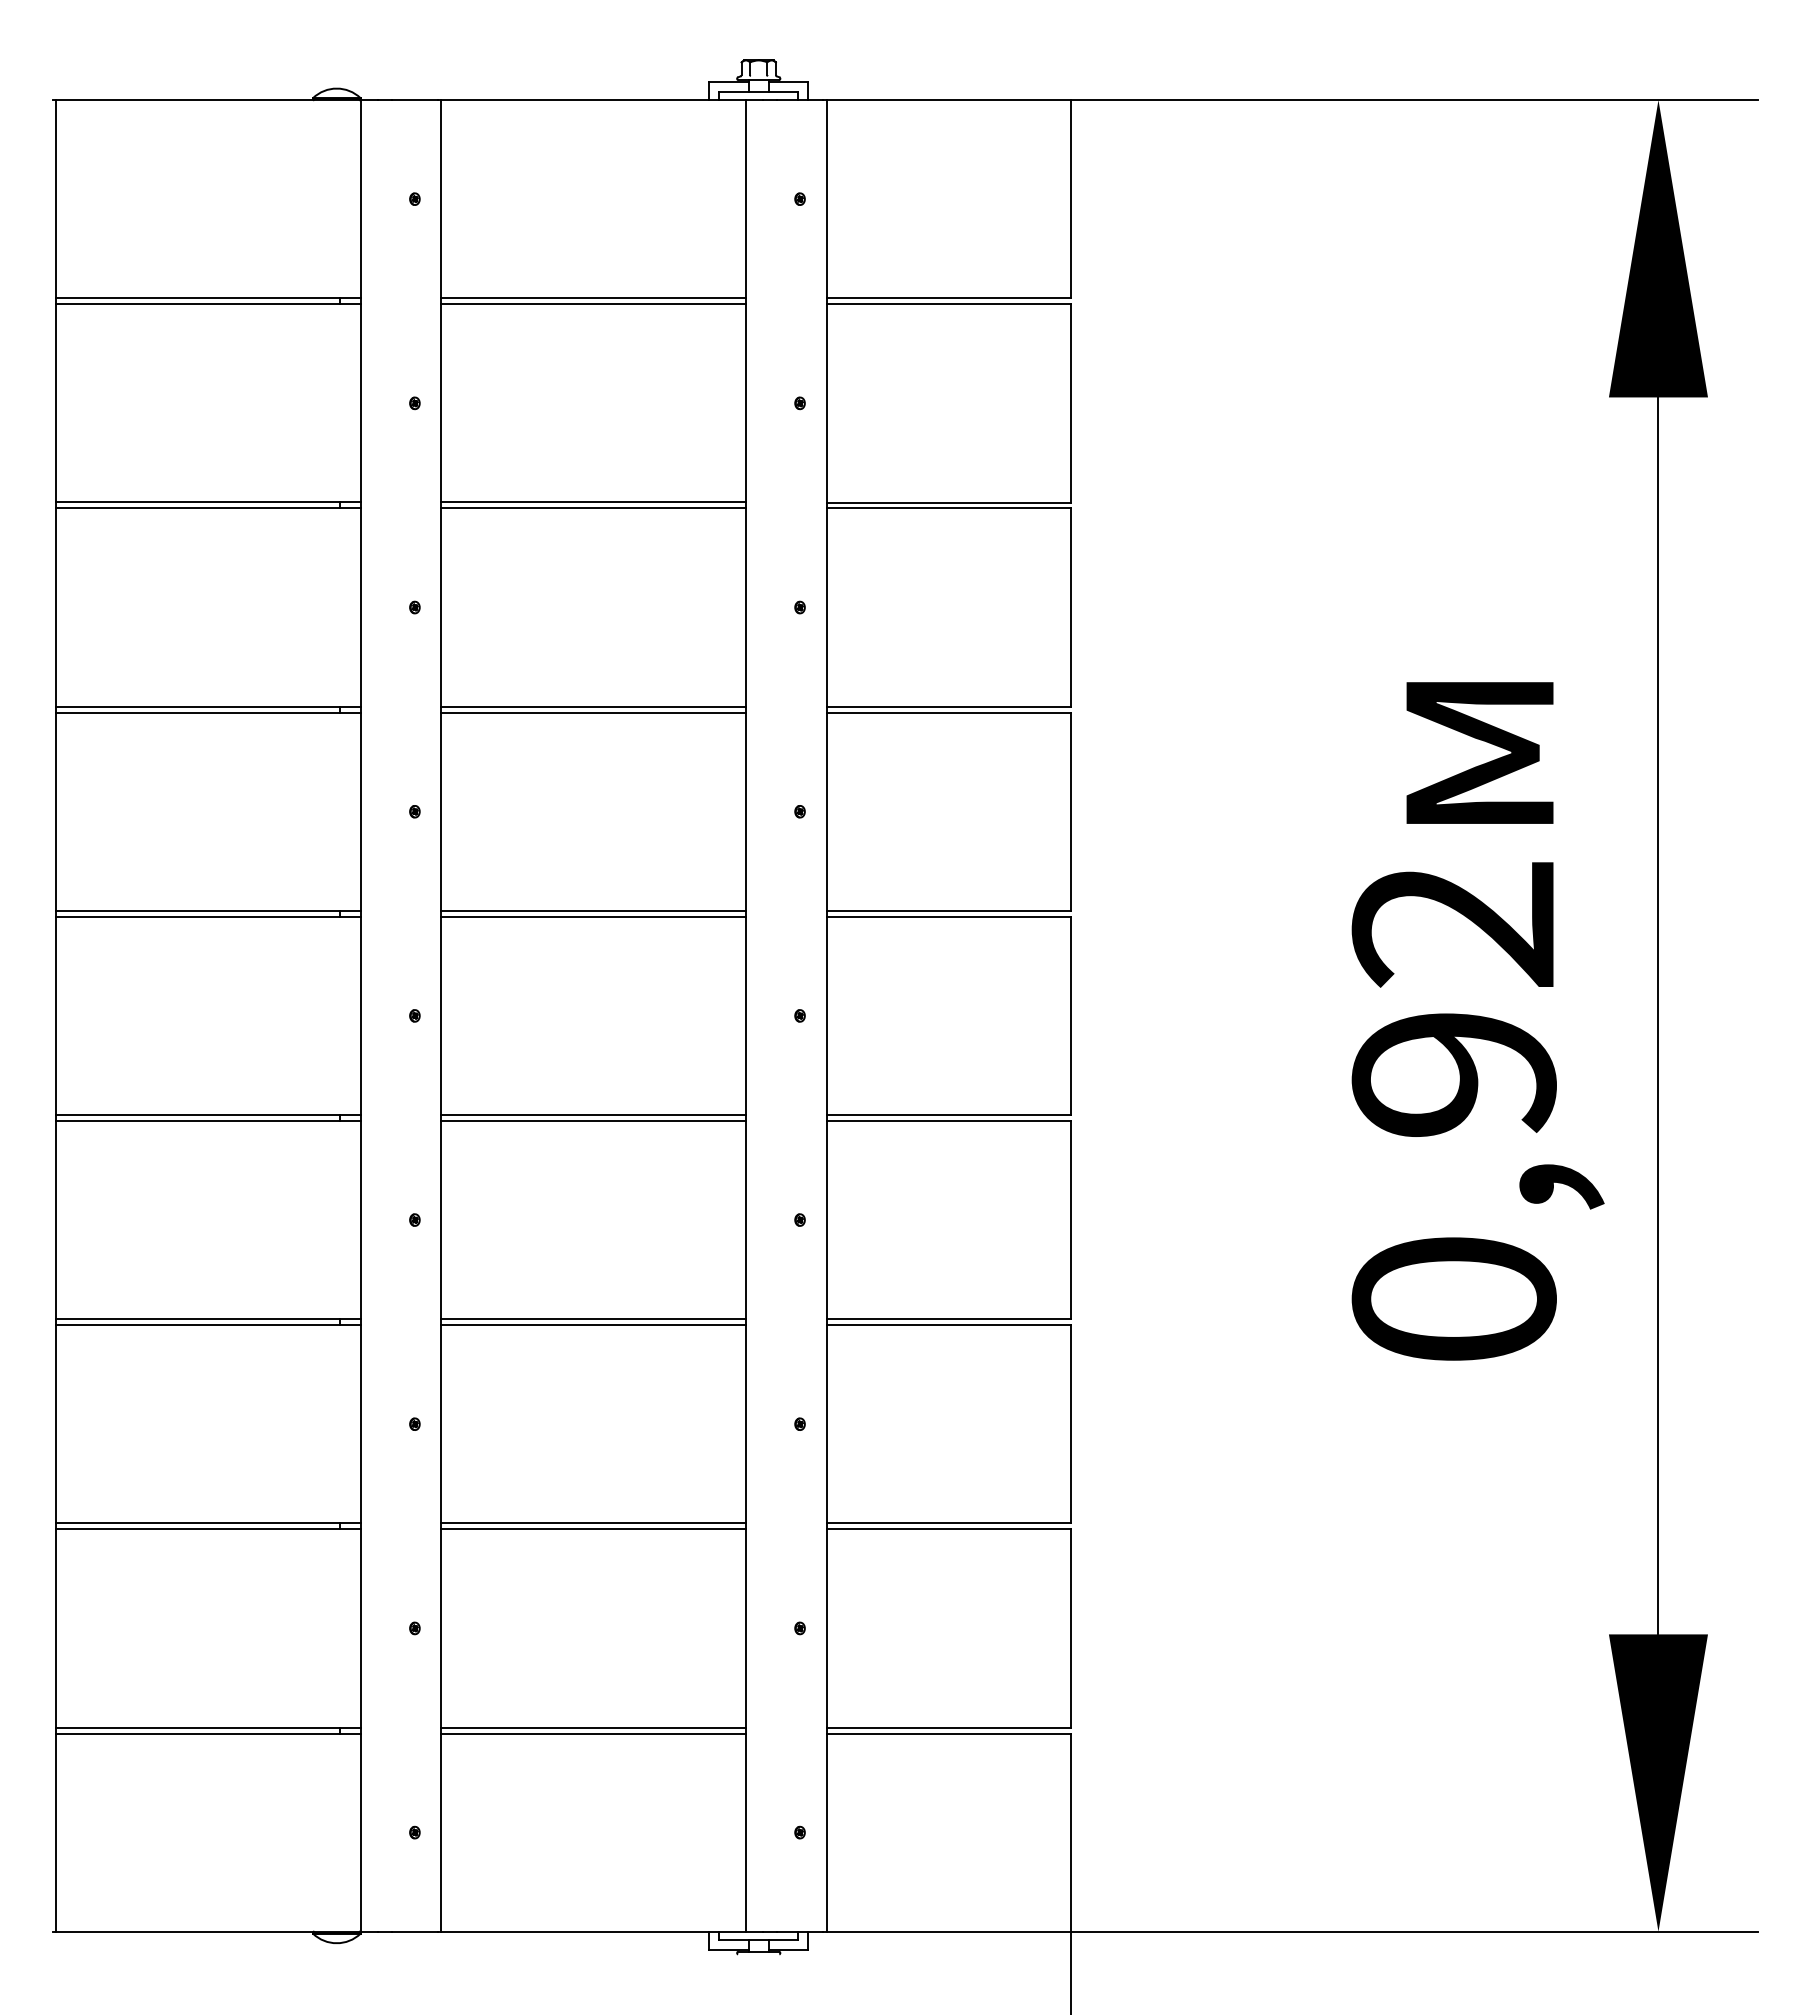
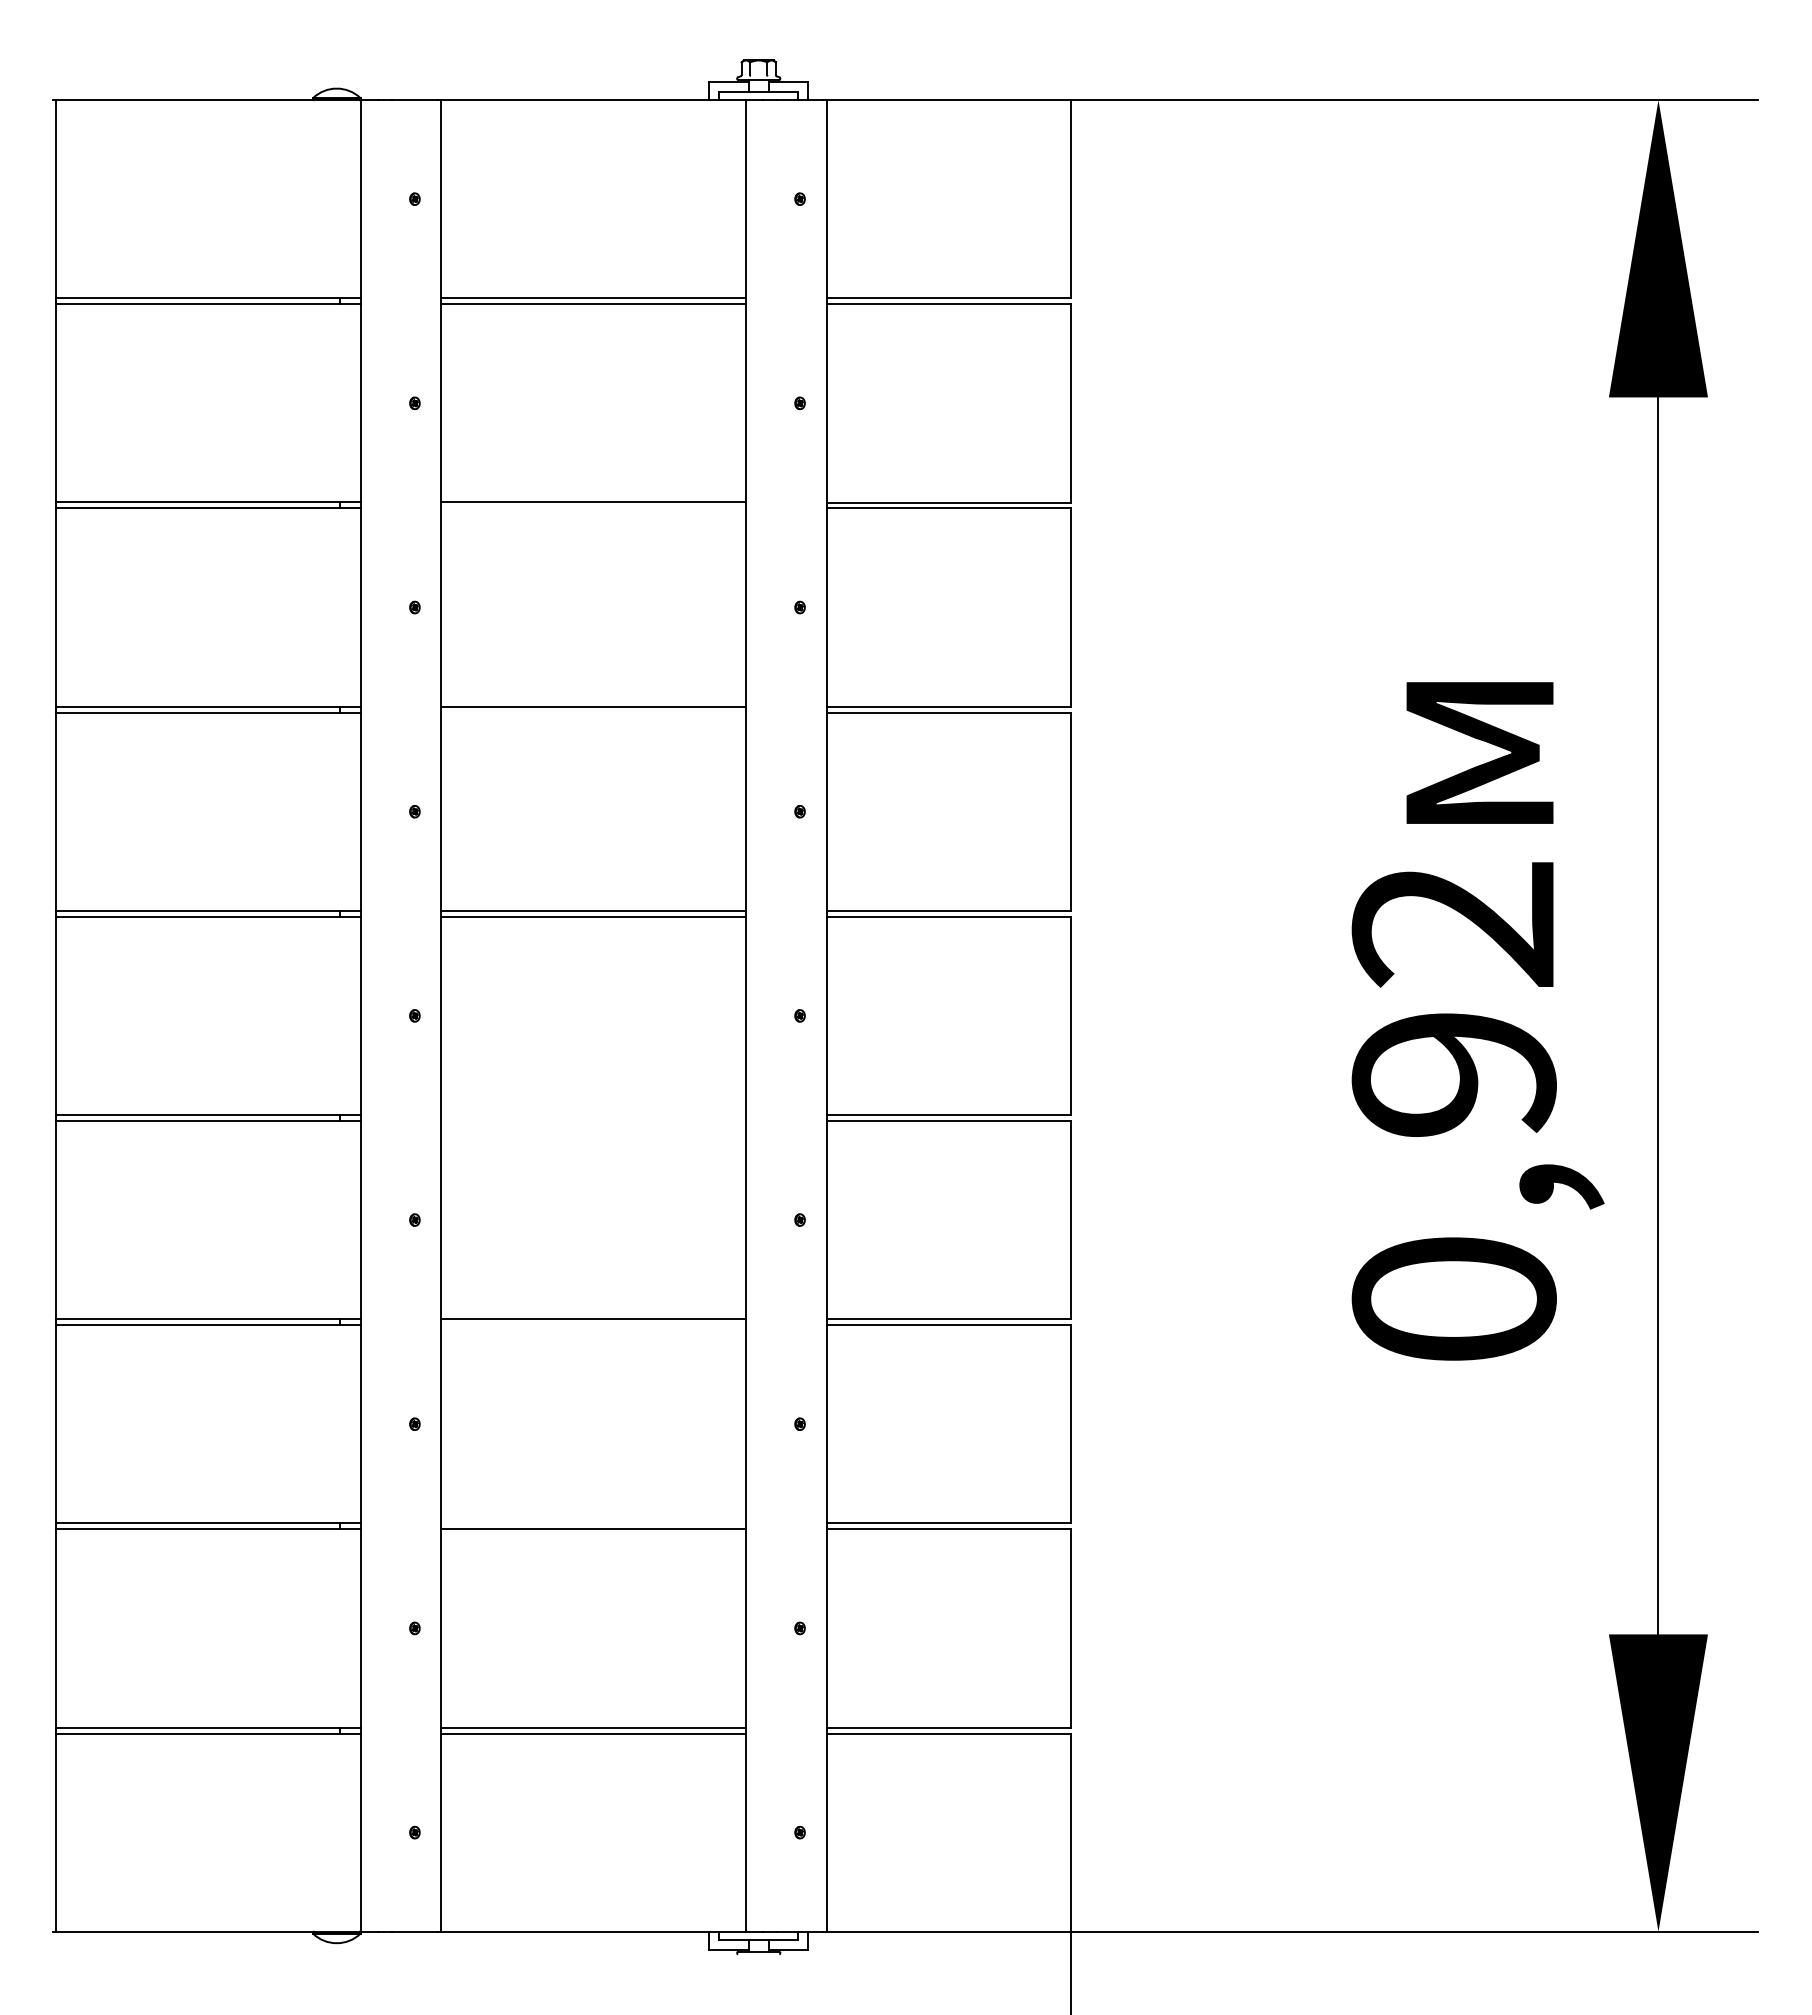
line at (593, 508): present -> none
line at (593, 712): present -> none
line at (593, 1115): present -> none
line at (593, 1120): present -> none
line at (593, 1325): present -> none
line at (593, 1523): present -> none
